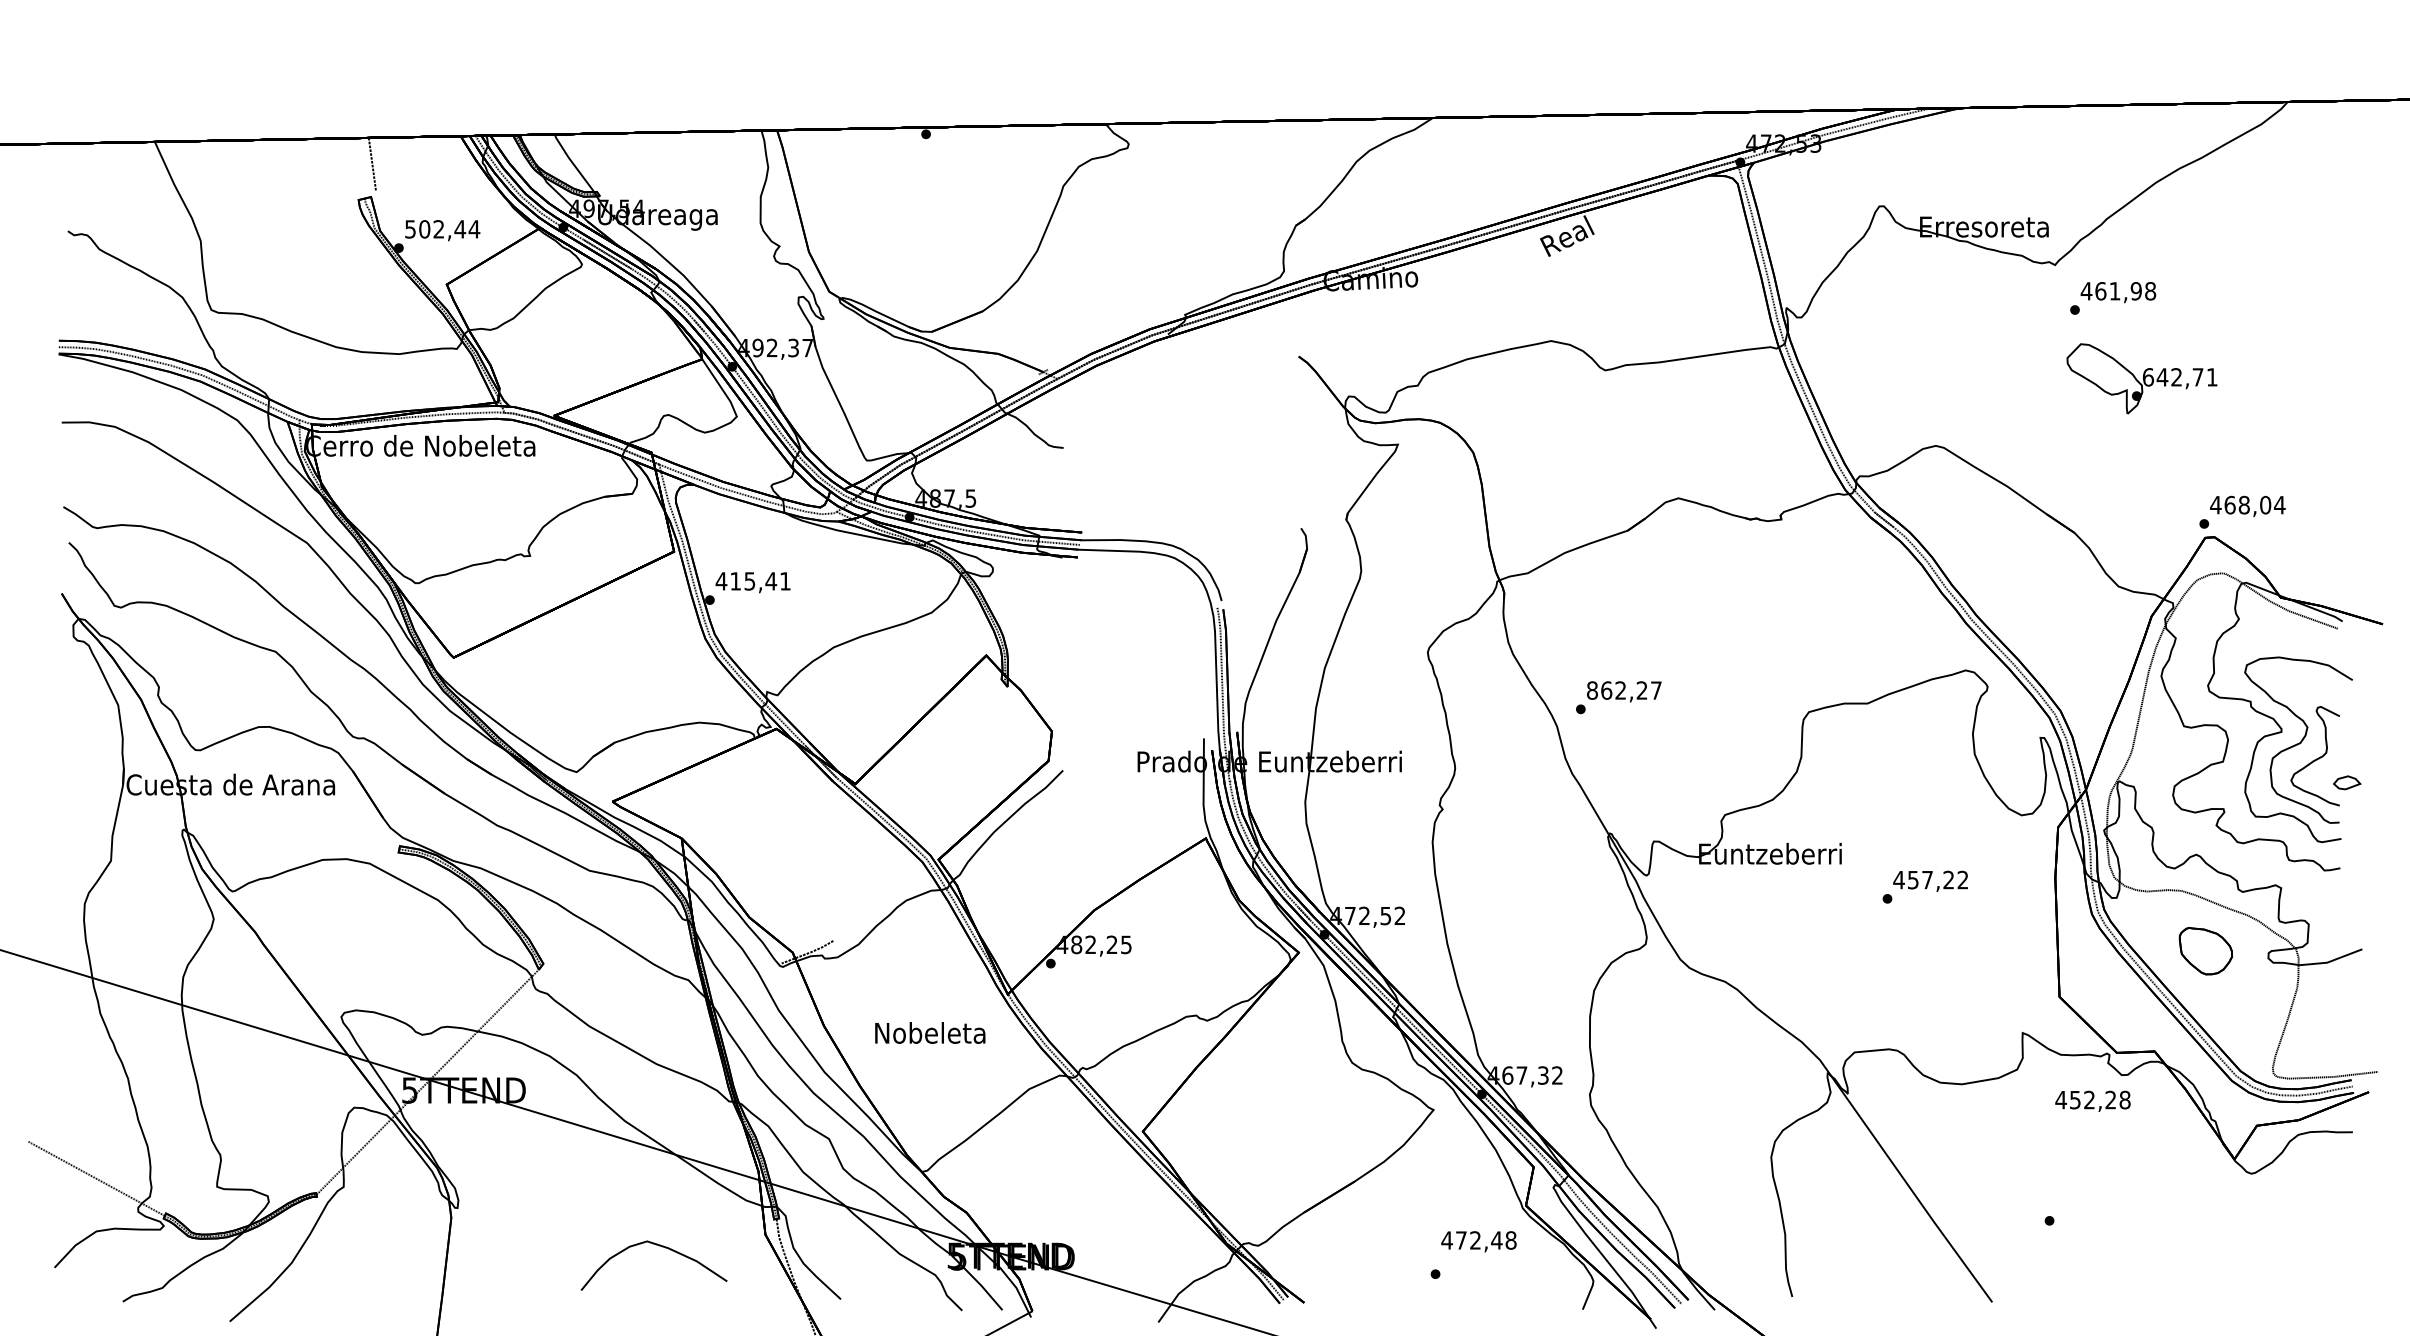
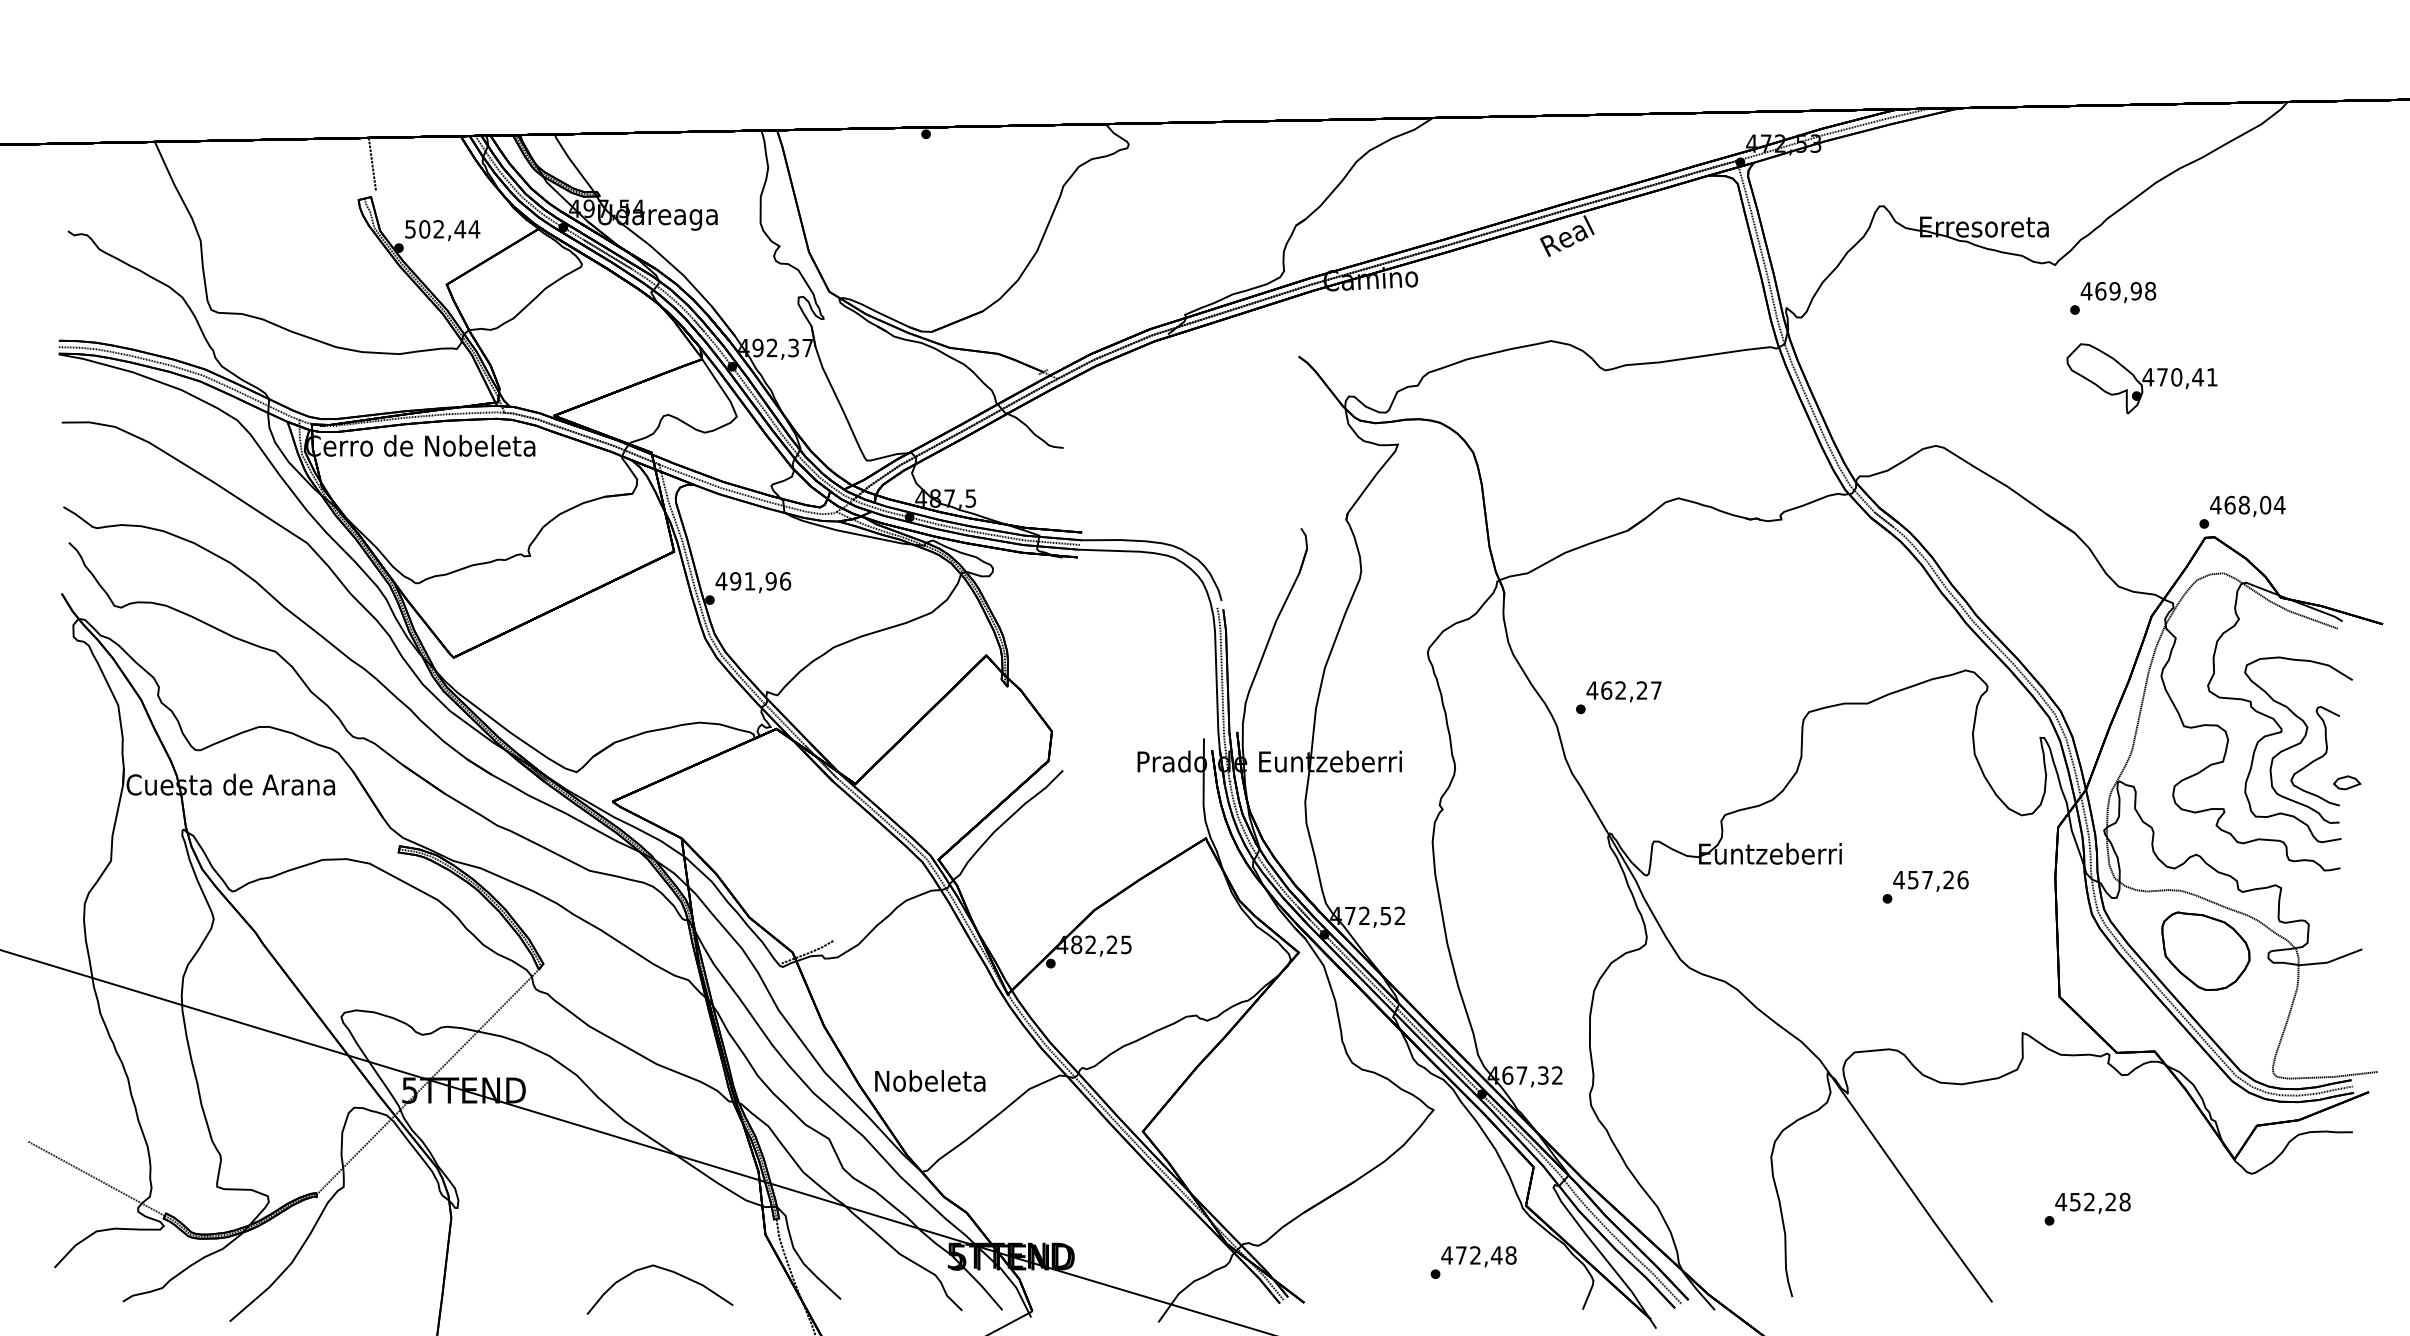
text at (2114, 291): 461,98 -> 469,98
text at (2172, 377): 642,71 -> 470,41
text at (760, 581): 415,41 -> 491,96
text at (1592, 690): 862,27 -> 462,27
text at (1962, 879): 457,22 -> 457,26
part at (2205, 951) size: 55x49 px -> 90x80 px
text at (930, 1032) position: (930, 1032) -> (930, 1080)
text at (2092, 1100) position: (2092, 1100) -> (2092, 1202)
text at (1478, 1241) position: (1478, 1241) -> (1478, 1256)
part at (659, 1246) position: (659, 1246) -> (665, 1270)
